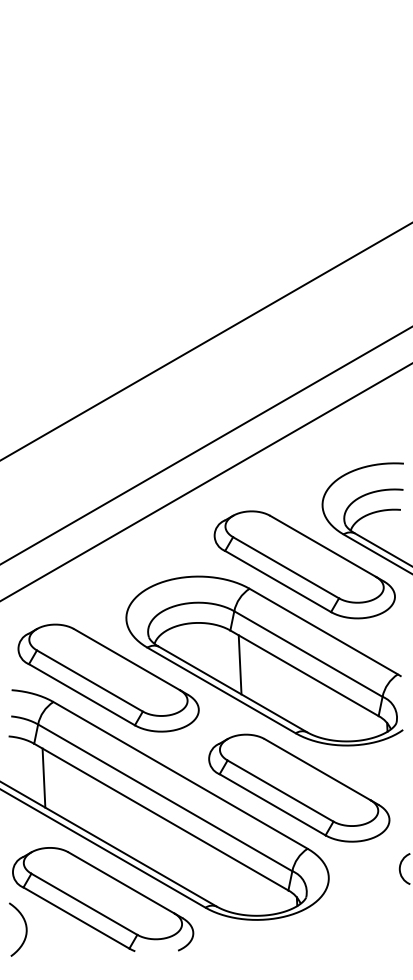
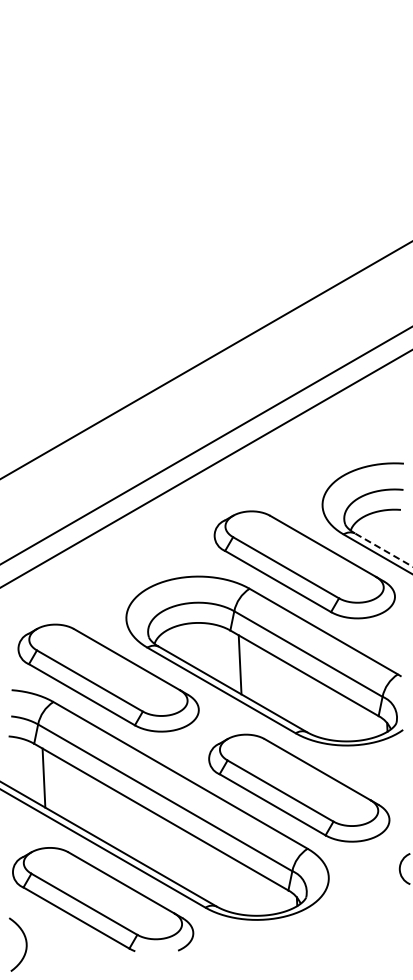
line at (205, 341) position: (205, 341) -> (205, 359)
line at (205, 482) position: (205, 482) -> (205, 468)
line at (383, 549): solid -> dashed
curve at (25, 929) position: (25, 929) -> (25, 944)
